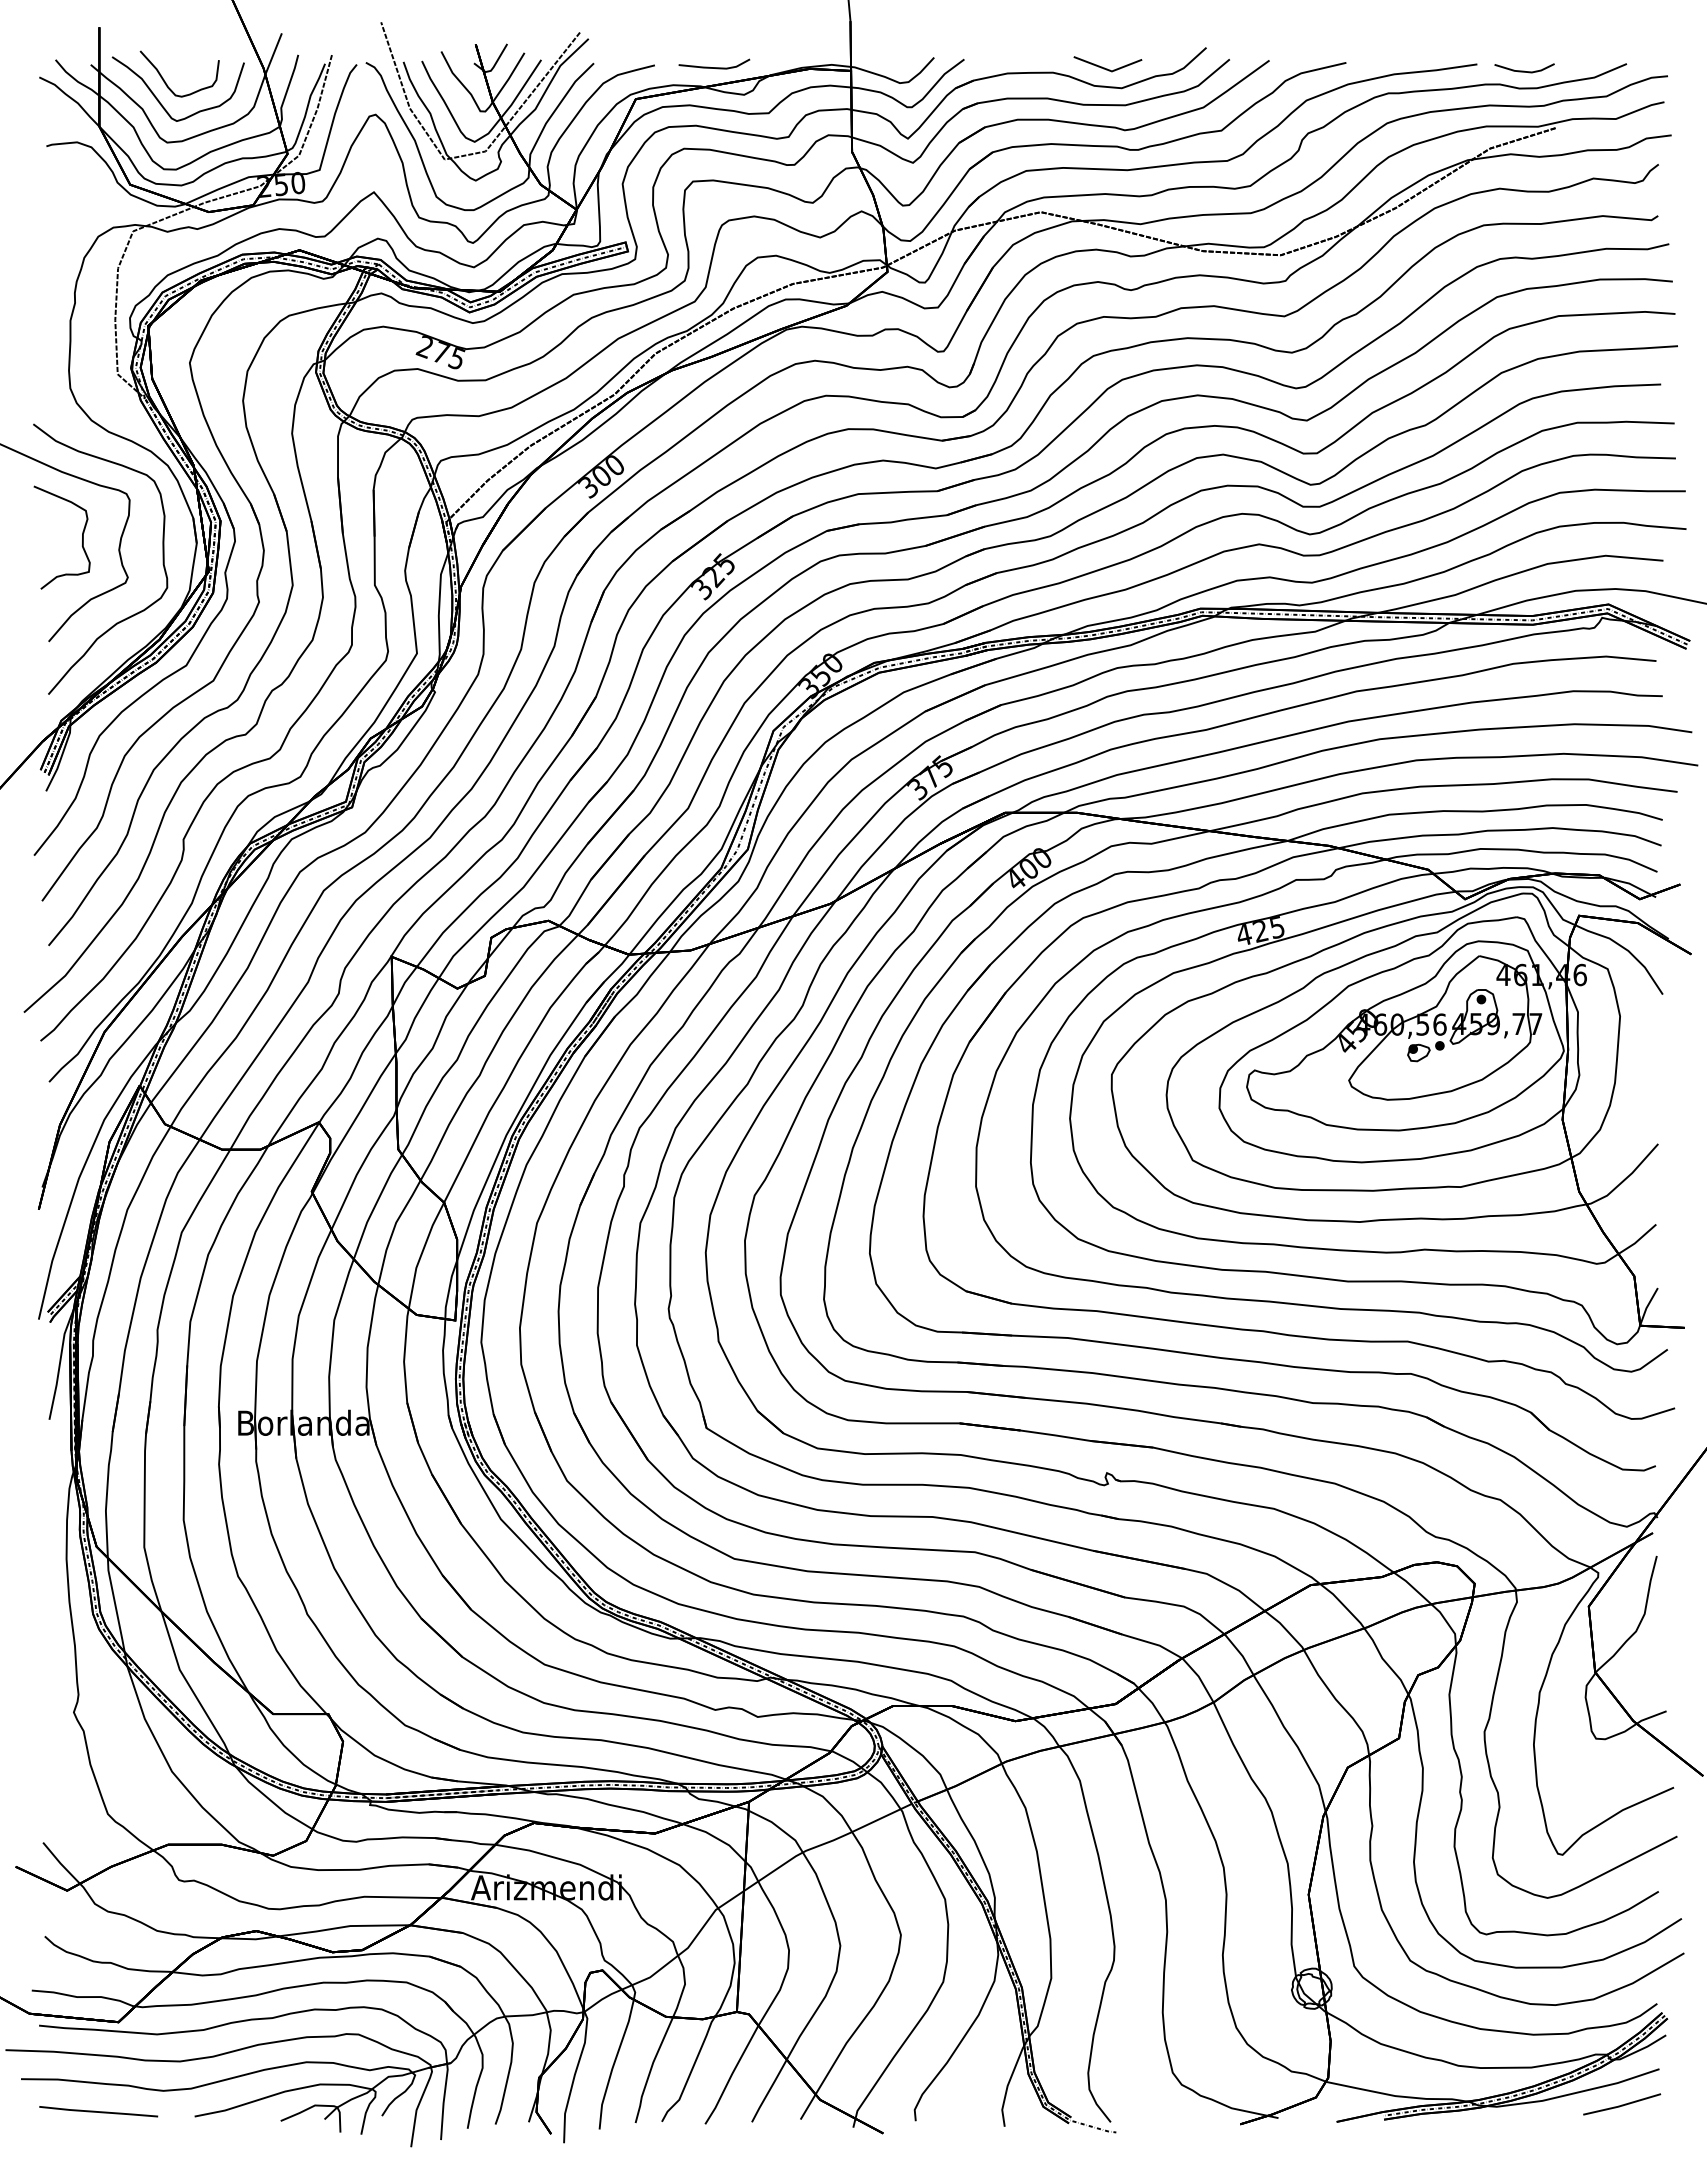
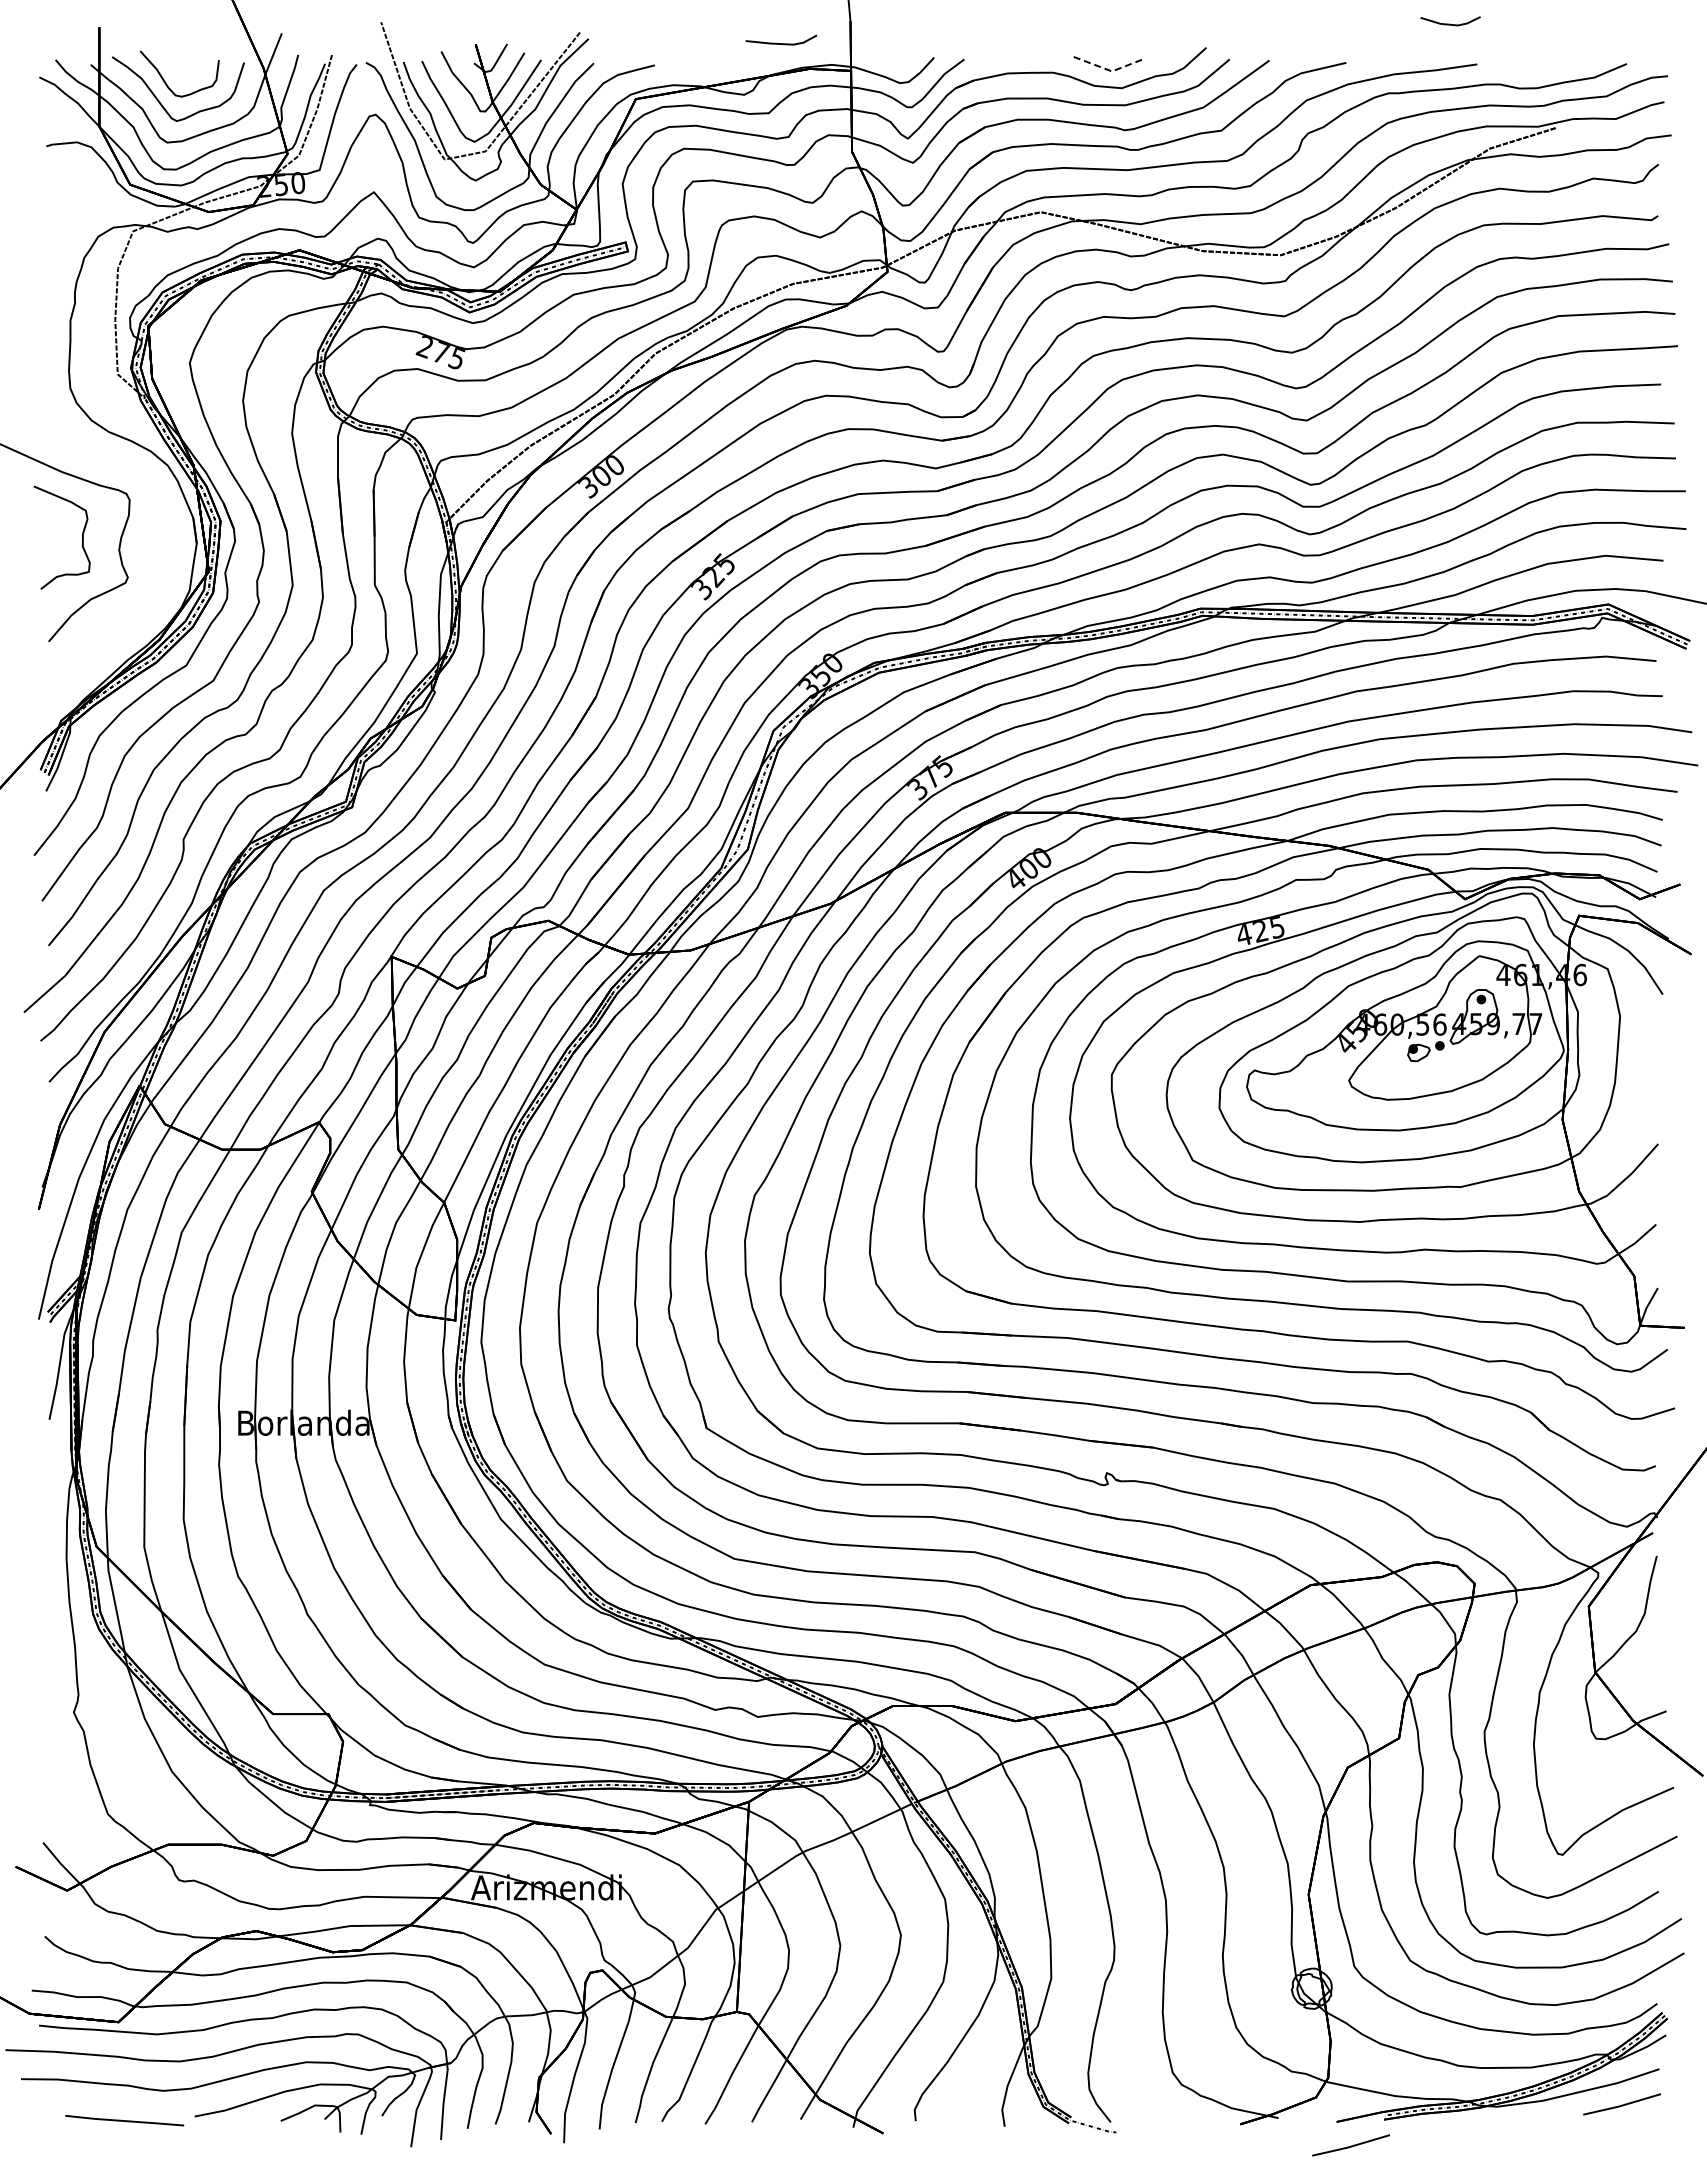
line at (714, 67) position: (714, 67) -> (781, 43)
line at (1109, 70): solid -> dashed
line at (1524, 70) position: (1524, 70) -> (1450, 23)
curve at (162, 558): present -> none
line at (98, 2111) position: (98, 2111) -> (124, 2120)
line at (1351, 2145): none -> present
